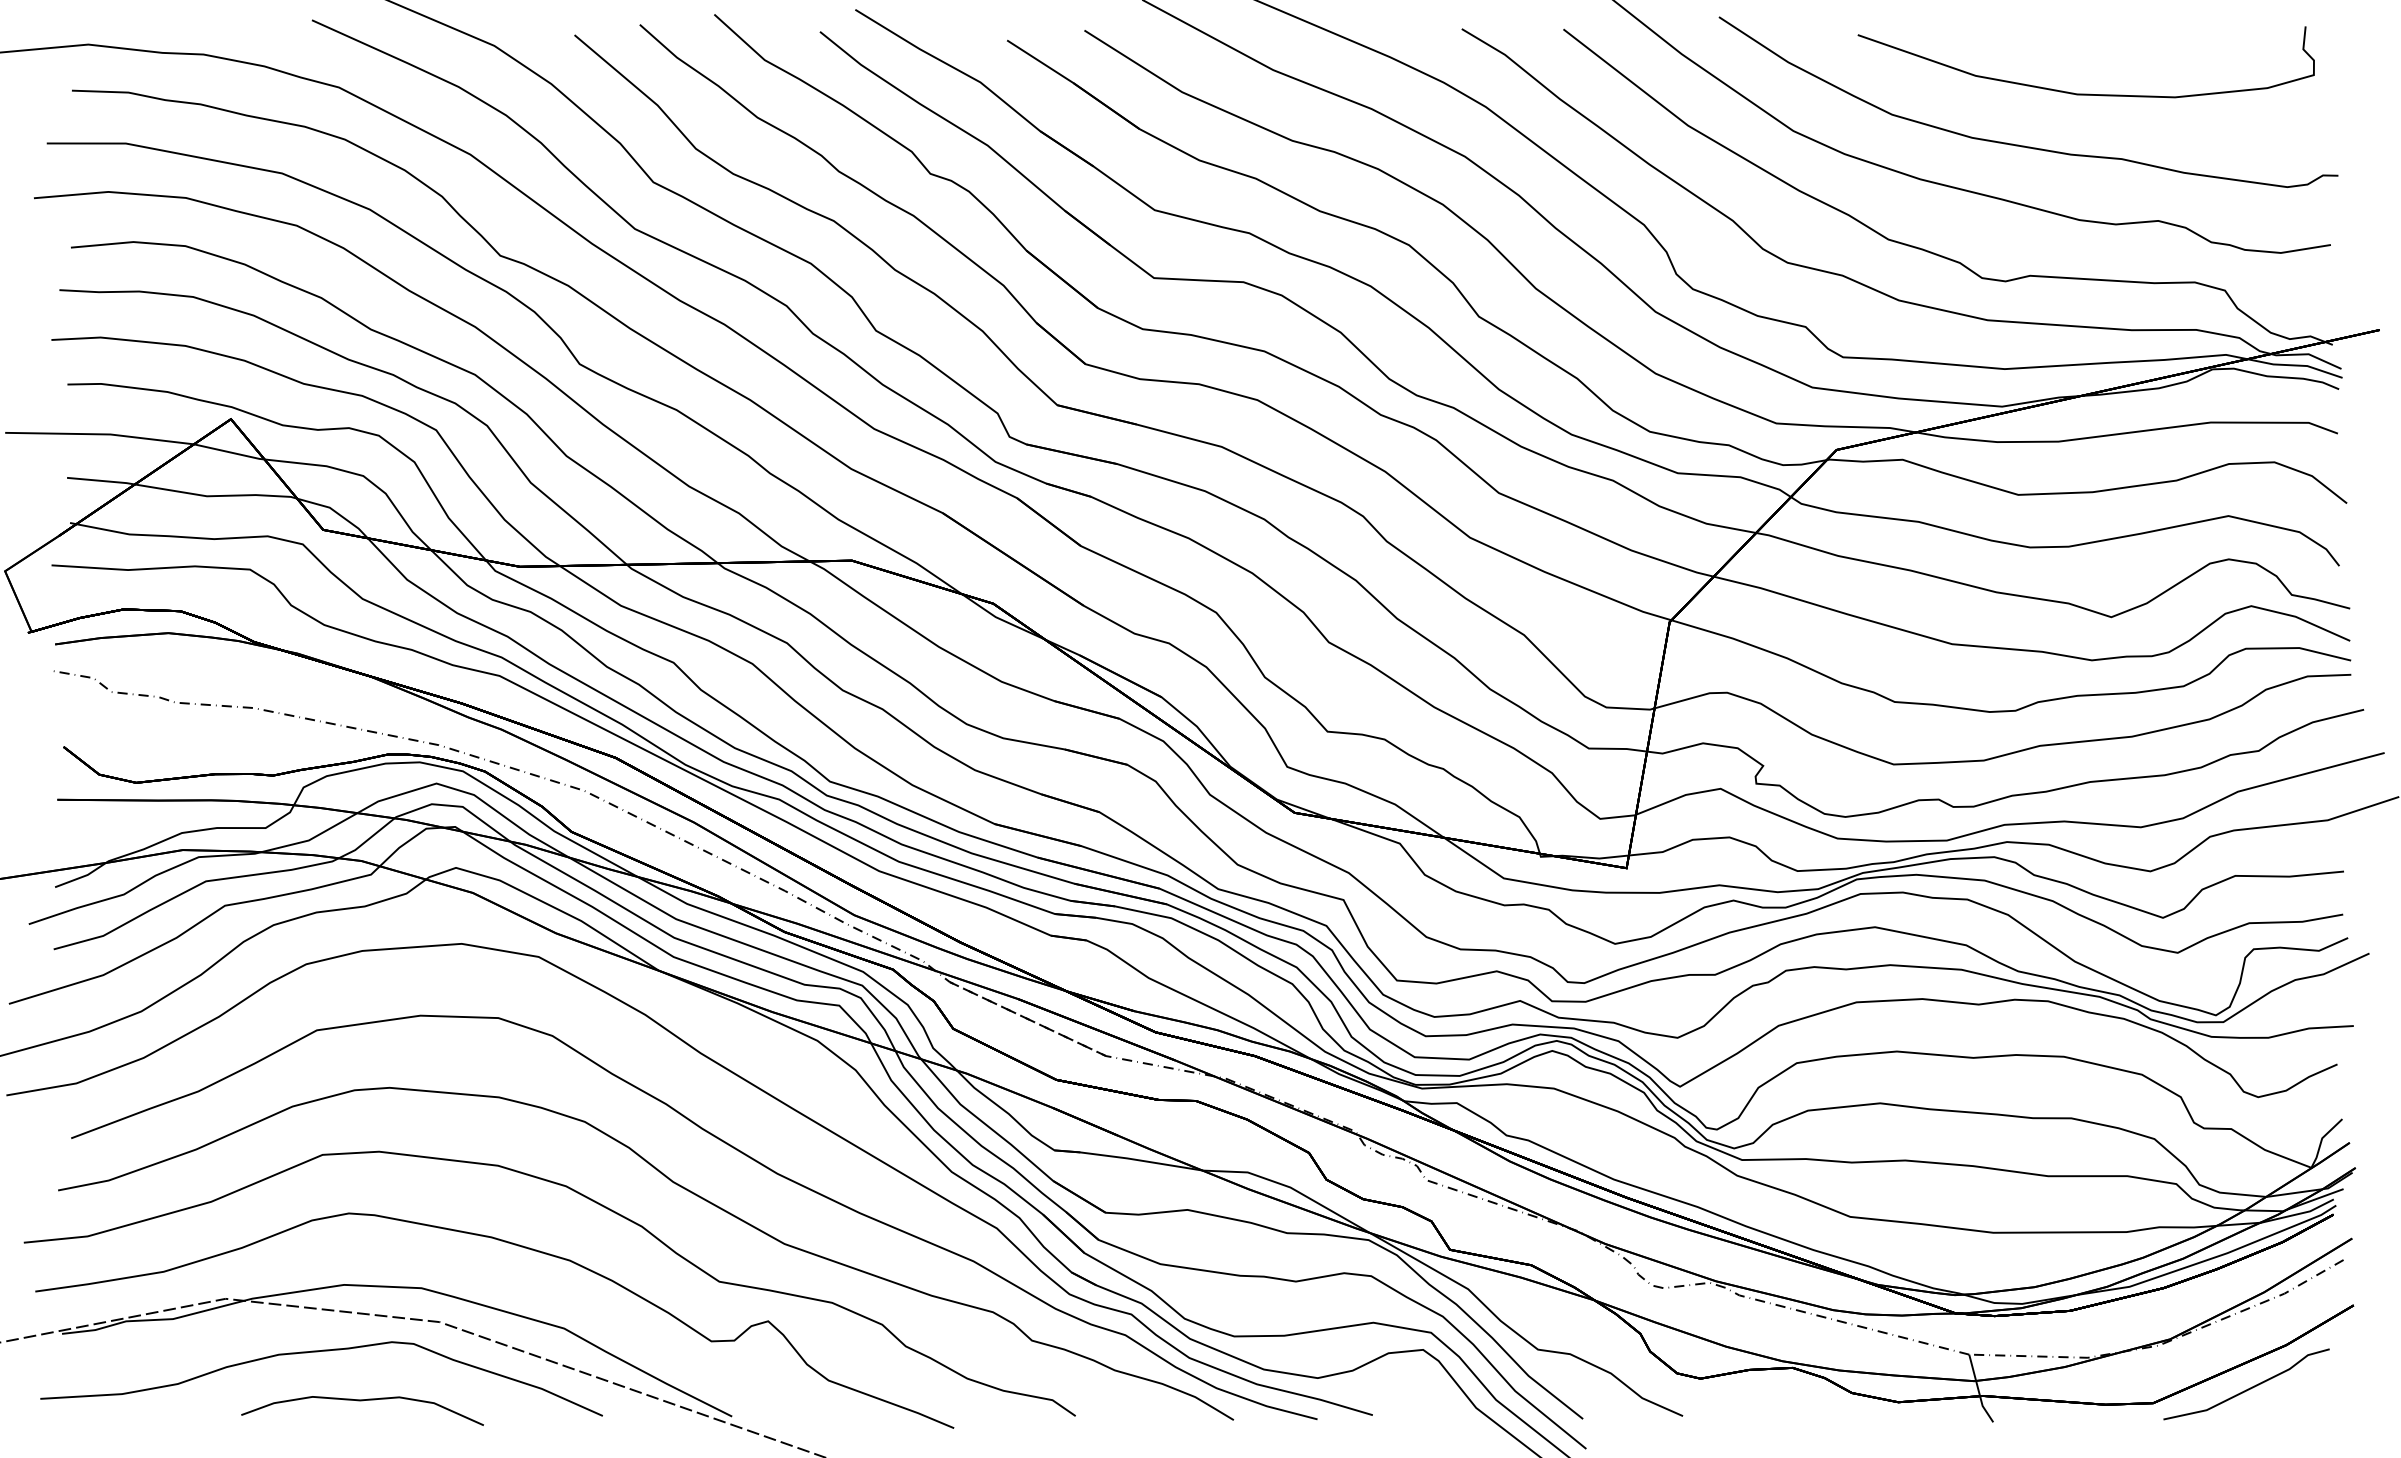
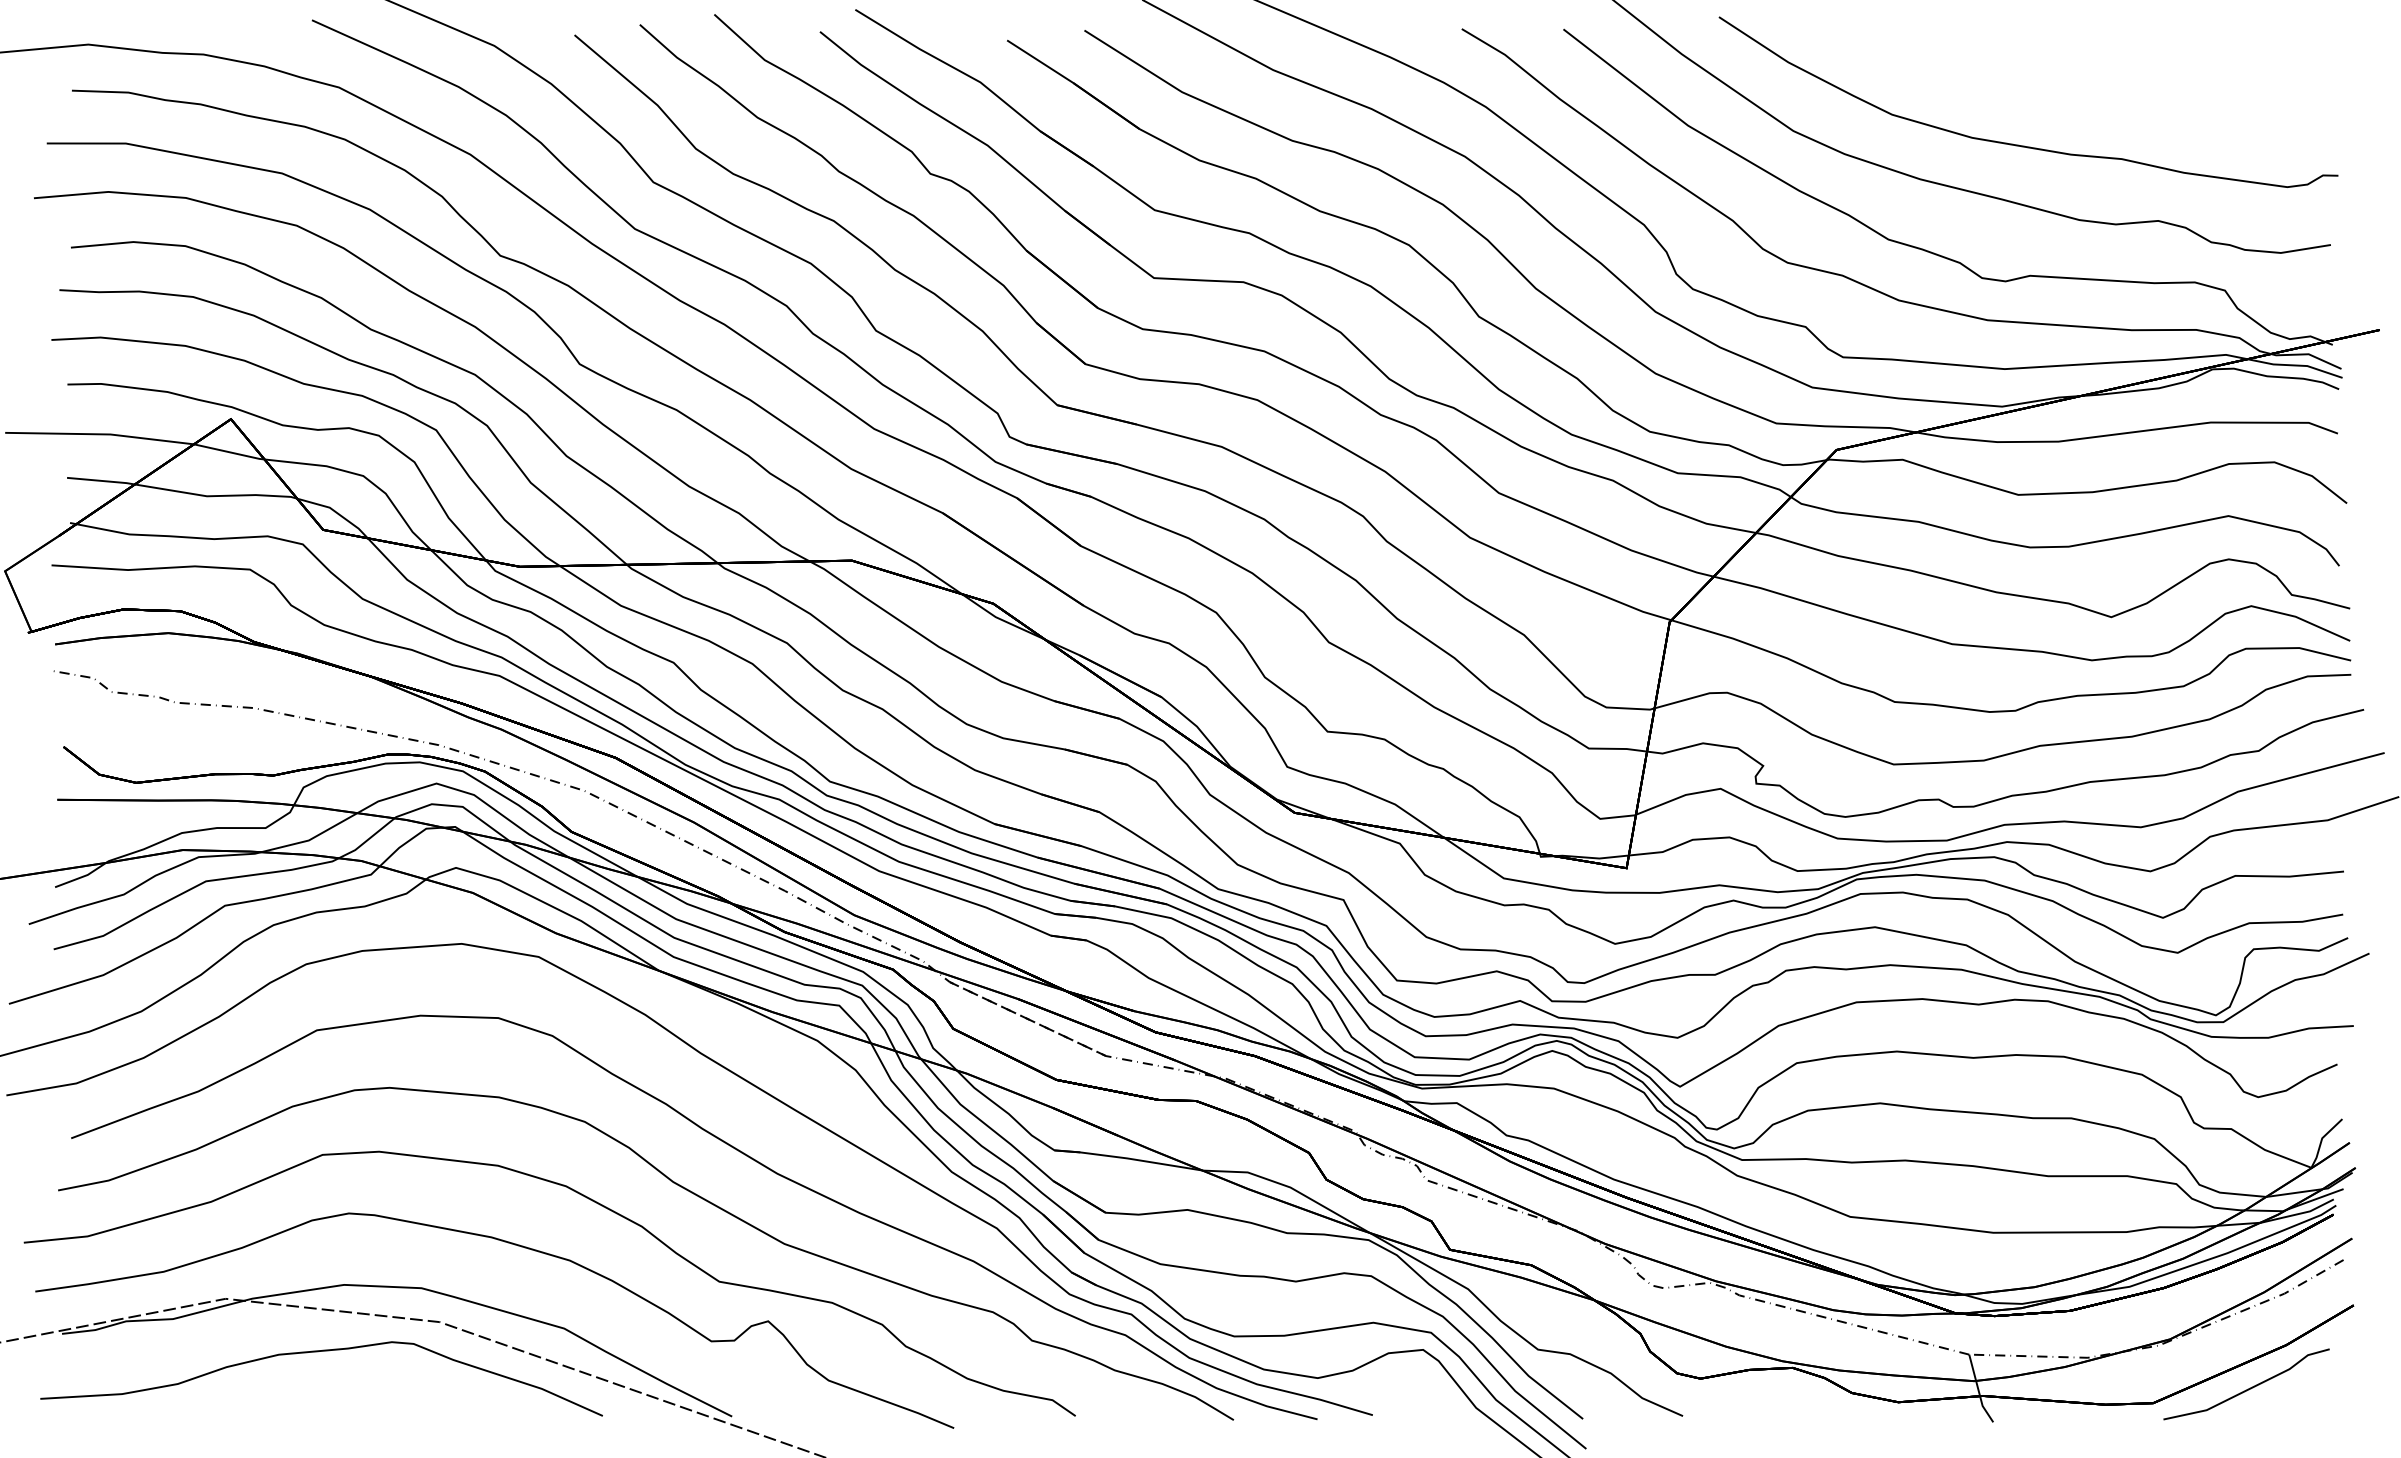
curve at (2085, 93): present -> none
curve at (362, 1401): present -> none
